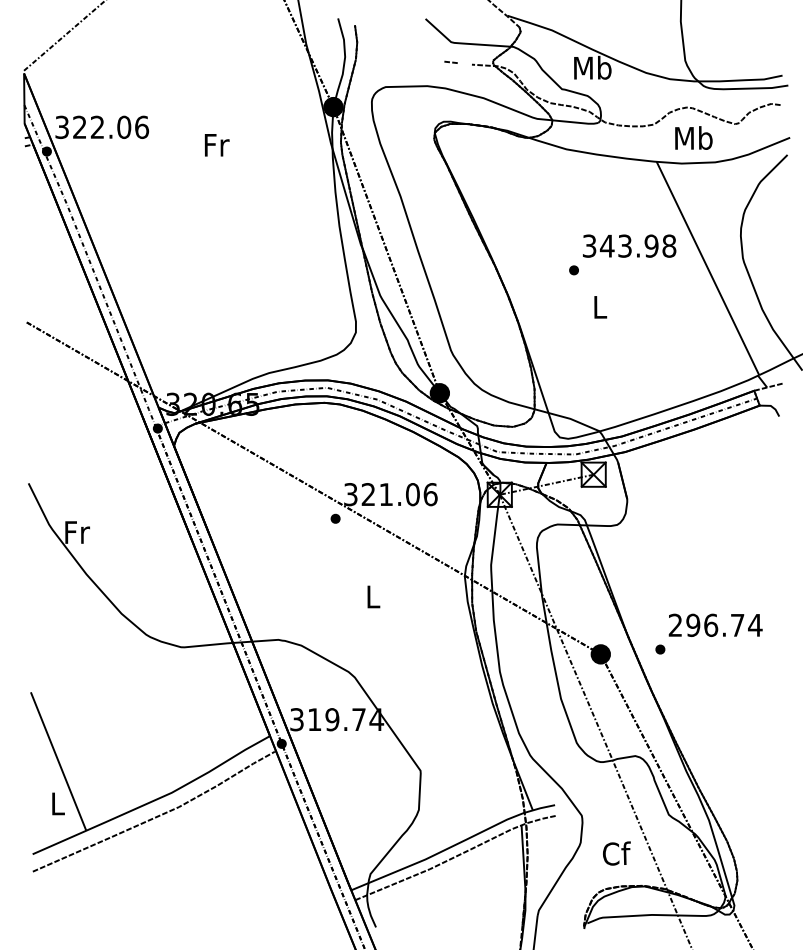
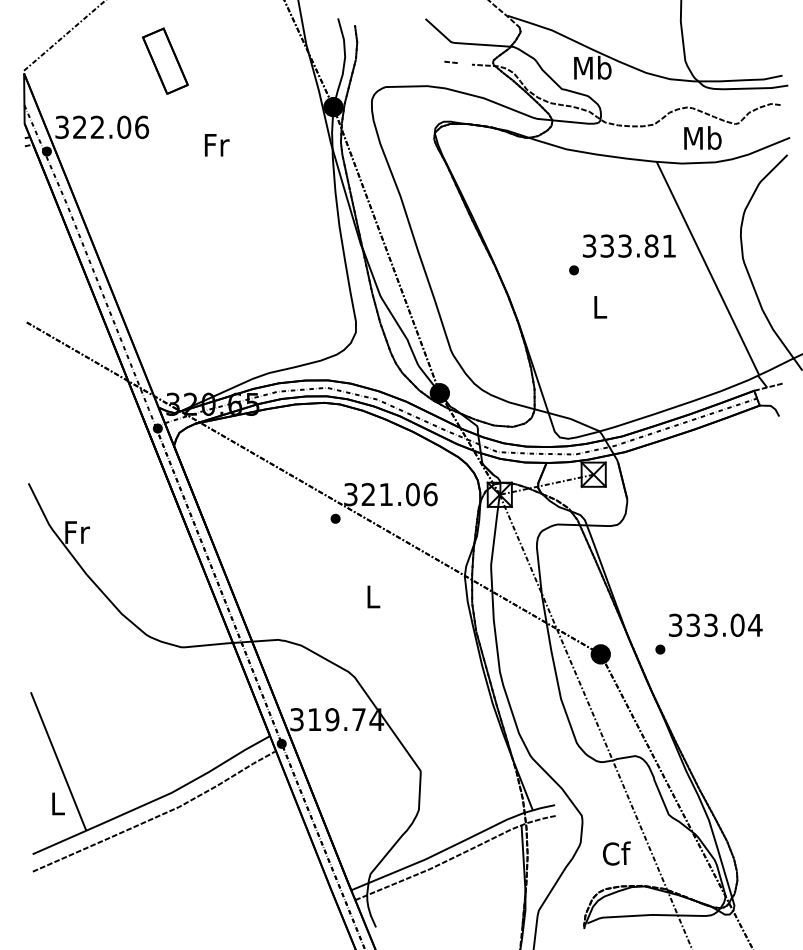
part at (165, 60): none -> present
text at (693, 137) position: (693, 137) -> (702, 137)
text at (637, 245): 343.98 -> 333.81
text at (706, 624): 296.74 -> 333.04
